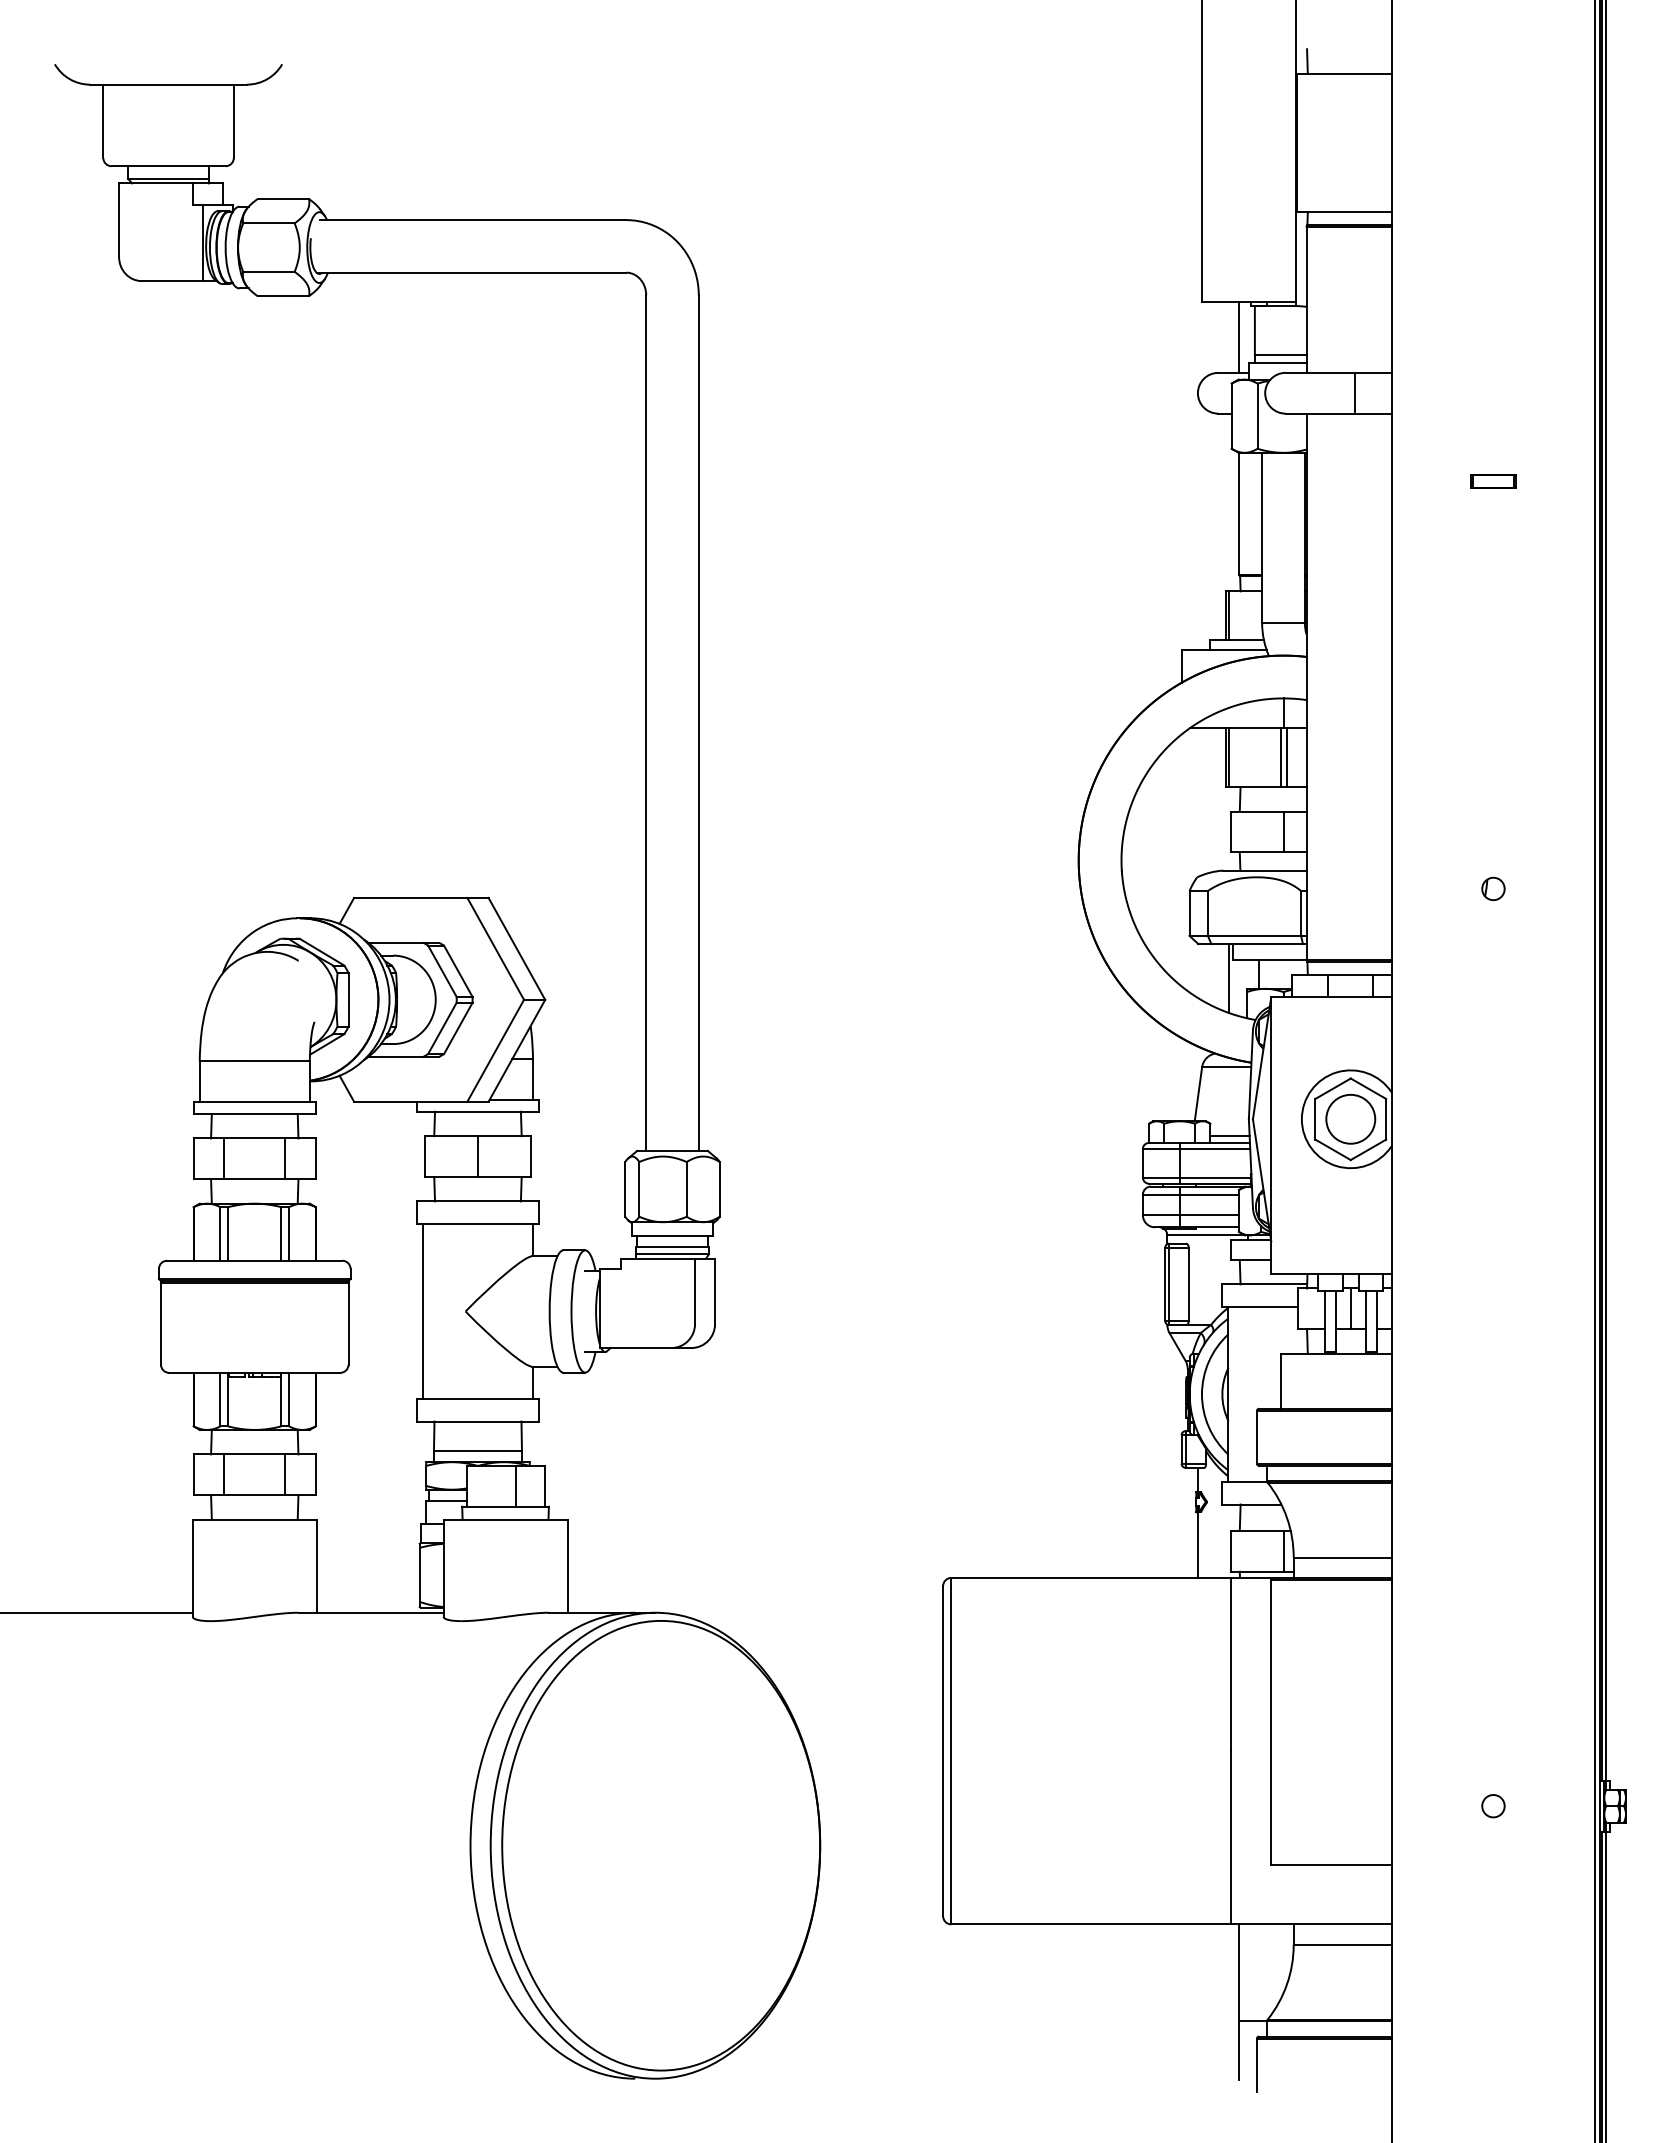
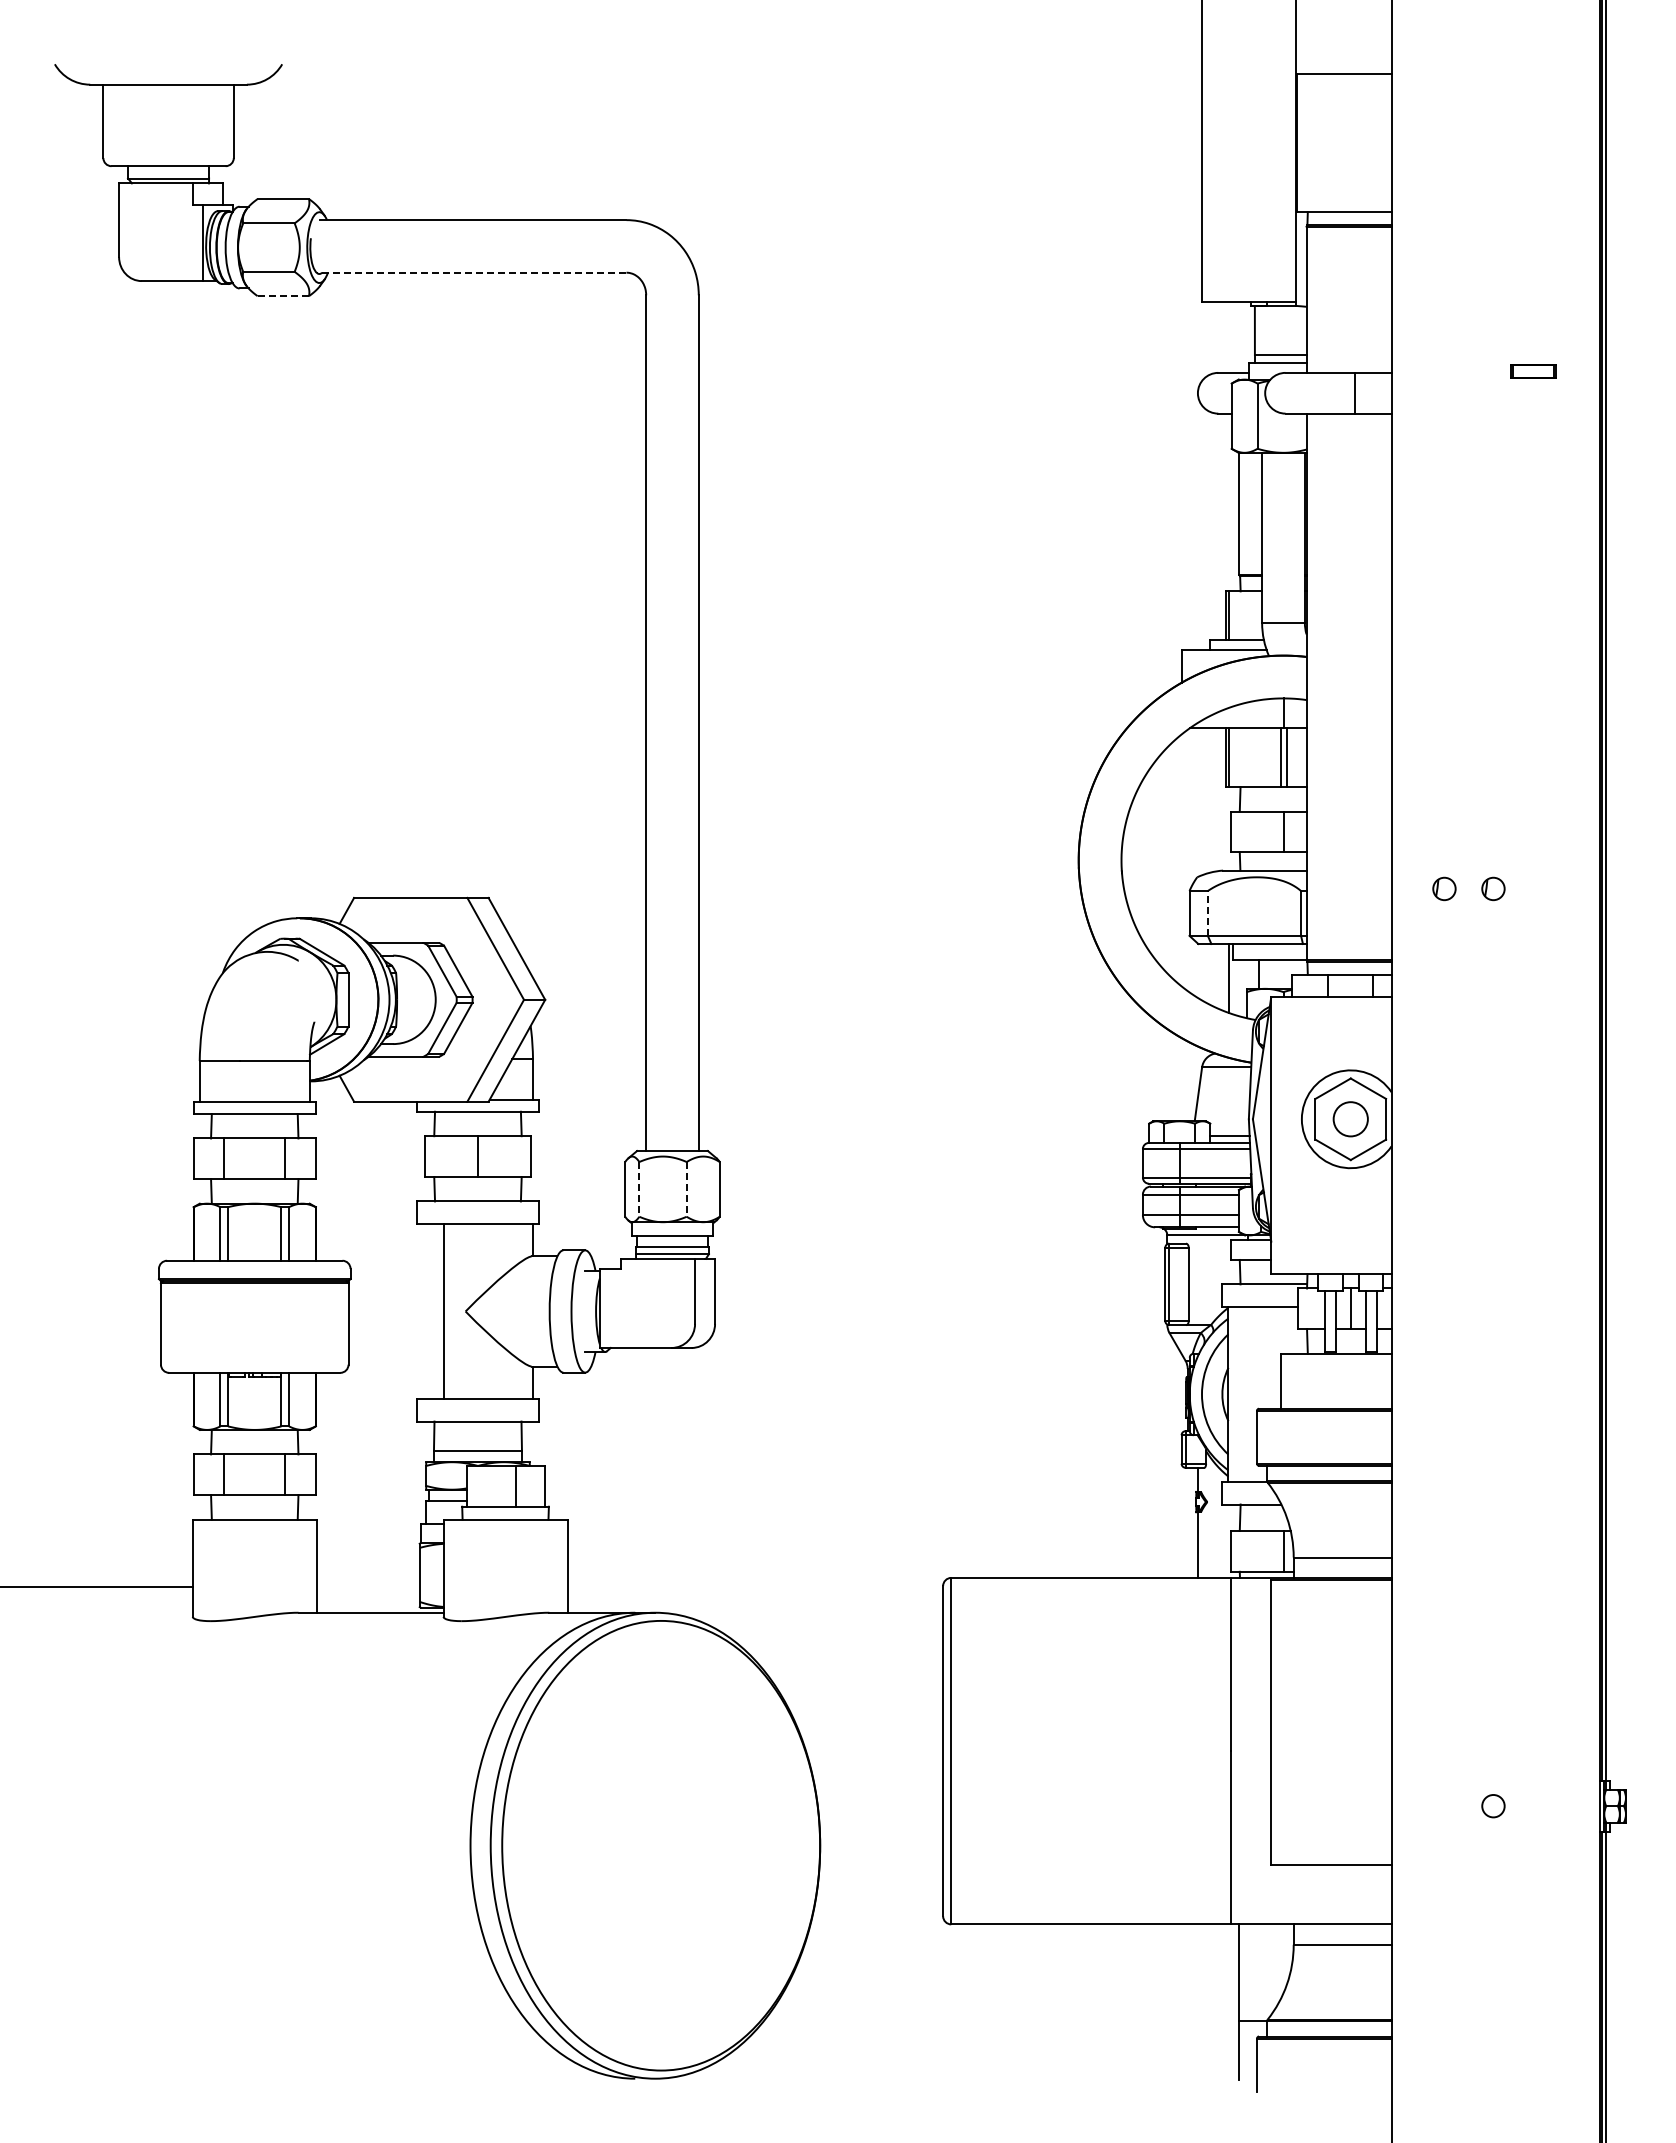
line at (1307, 61): present -> none
line at (471, 272): solid -> dashed
line at (283, 296): solid -> dashed
line at (1239, 336): present -> none
part at (1493, 481) position: (1493, 481) -> (1533, 371)
part at (1444, 888): none -> present
line at (1207, 912): solid -> dashed
line at (1595, 1070): present -> none
circle at (1350, 1118) diameter: 49 px -> 34 px
line at (639, 1189): solid -> dashed
line at (686, 1189): solid -> dashed
line at (422, 1311) position: (422, 1311) -> (443, 1311)
line at (97, 1612) position: (97, 1612) -> (97, 1586)
